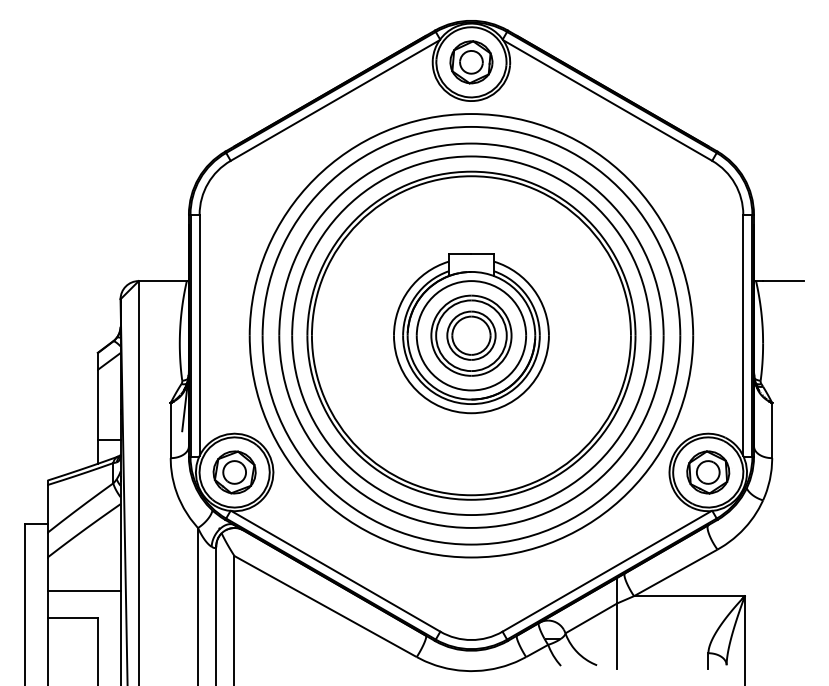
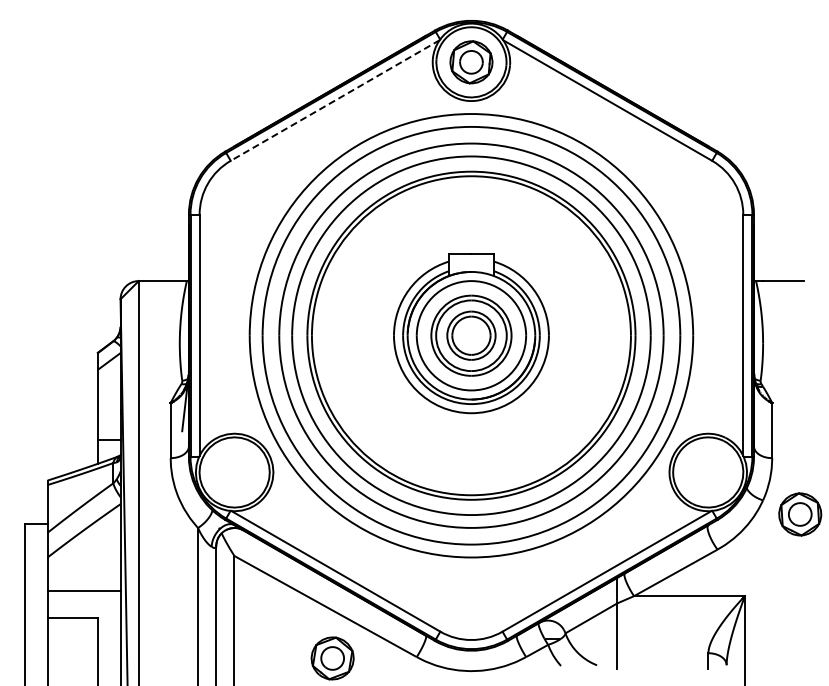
line at (335, 100): solid -> dashed
part at (234, 472) position: (234, 472) -> (332, 658)
part at (708, 472) position: (708, 472) -> (800, 514)
